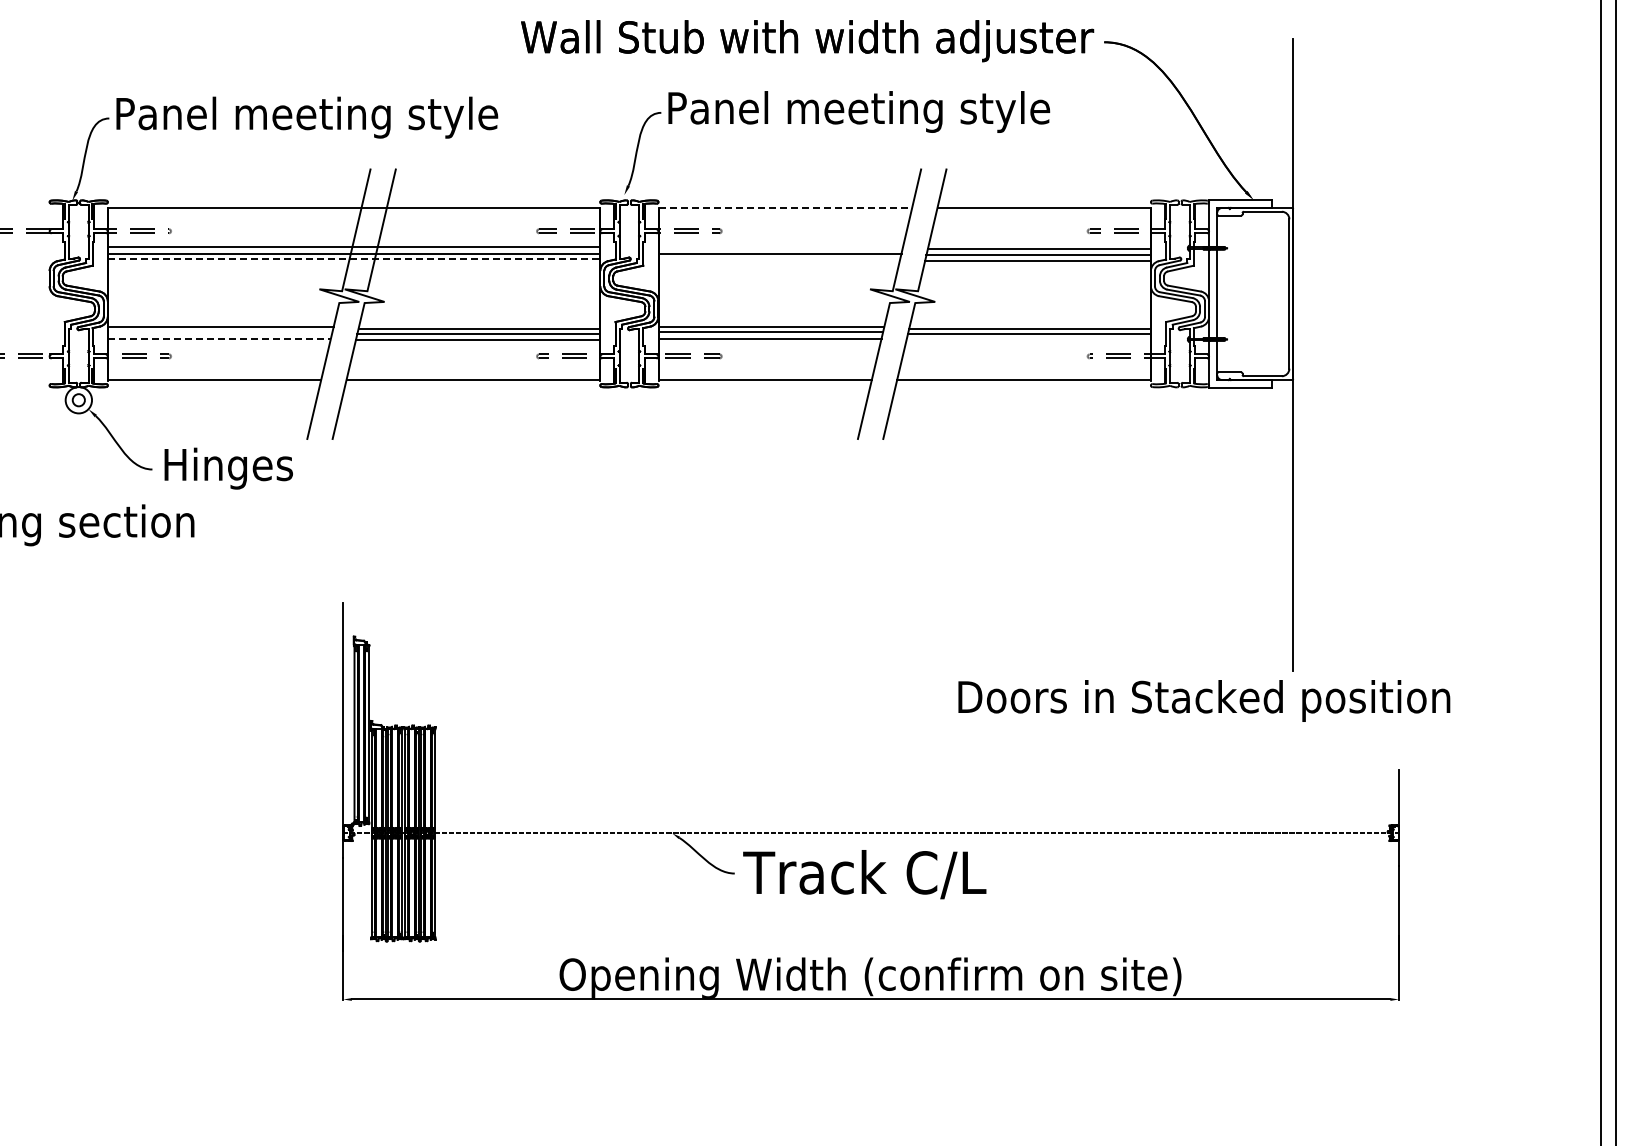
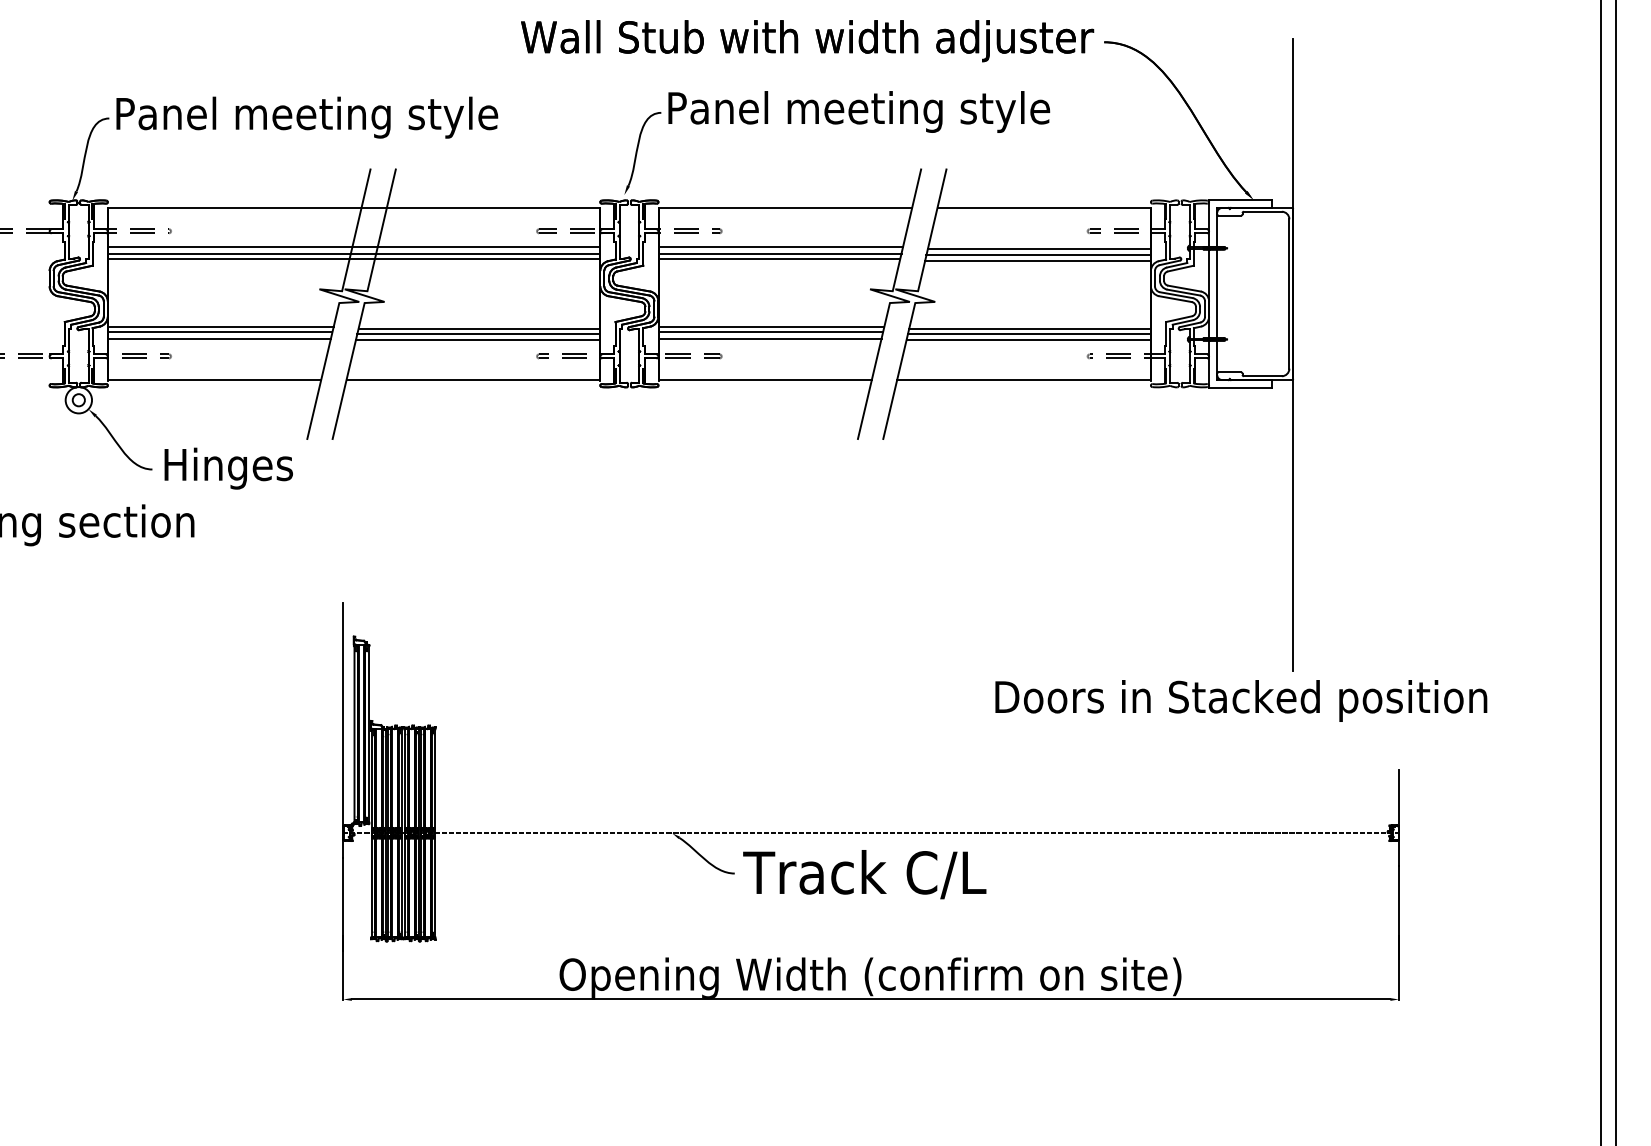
line at (785, 207): dashed -> solid
line at (780, 247): none -> present
line at (354, 258): dashed -> solid
line at (779, 258): none -> present
line at (220, 332): none -> present
line at (219, 338): dashed -> solid
line at (1028, 340): none -> present
text at (1204, 700) position: (1204, 700) -> (1241, 700)
